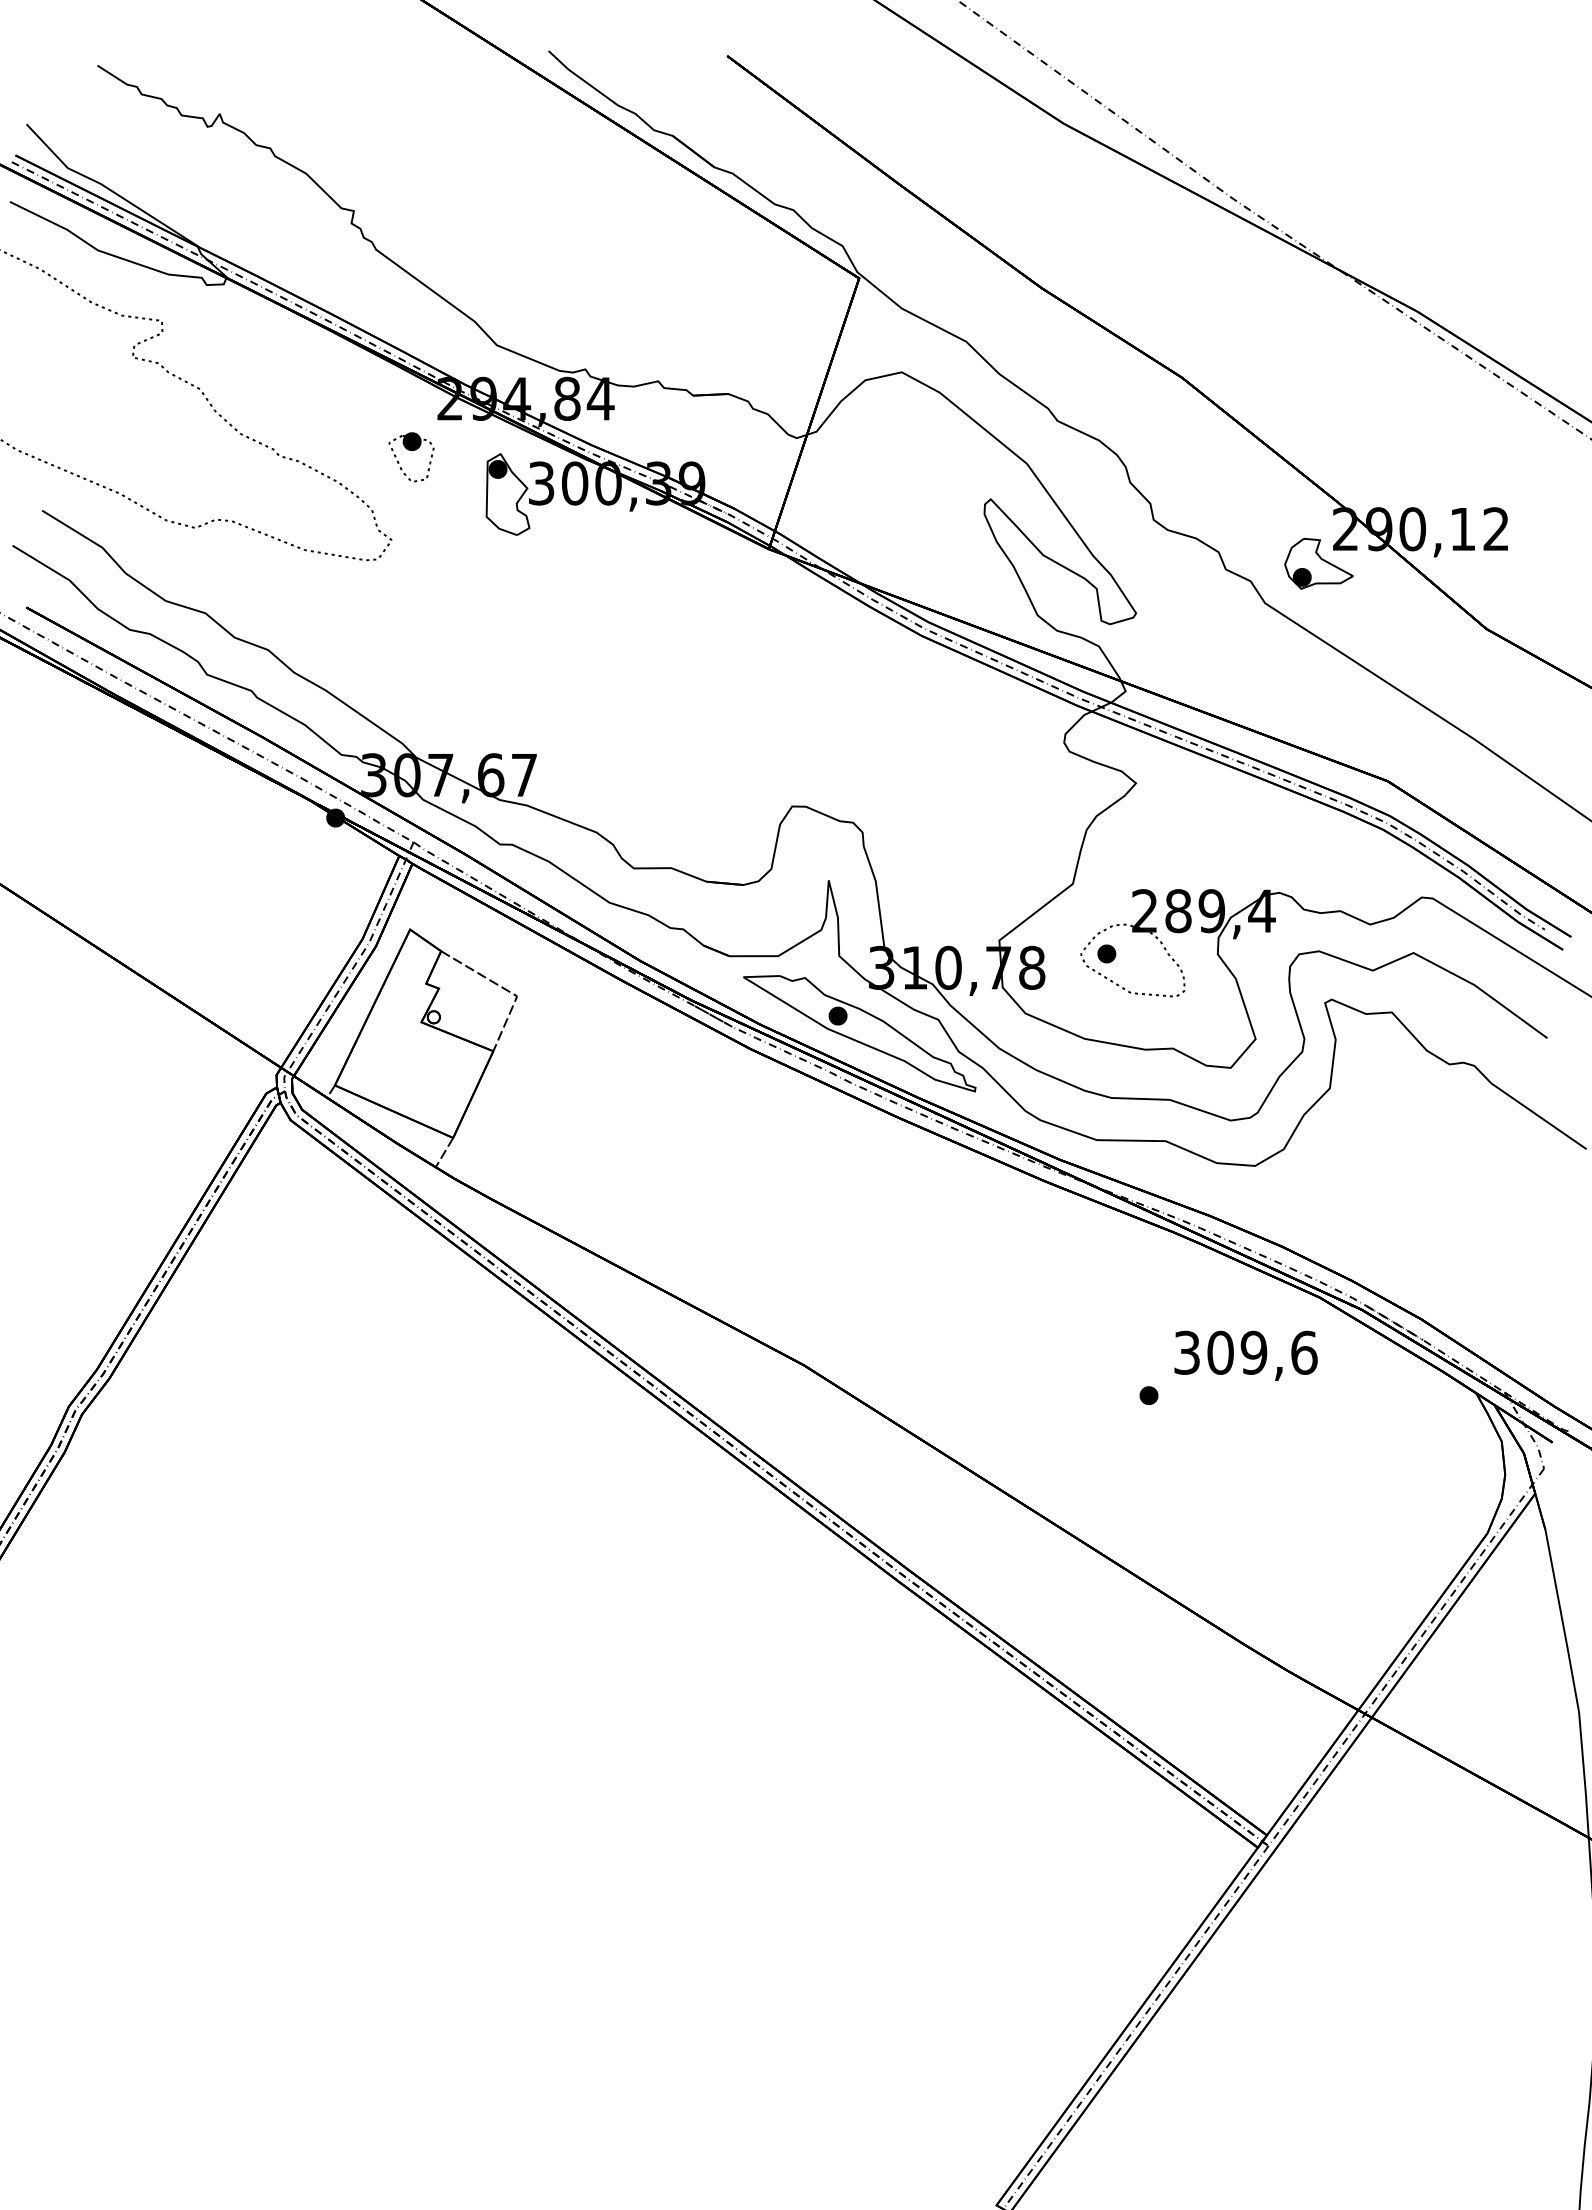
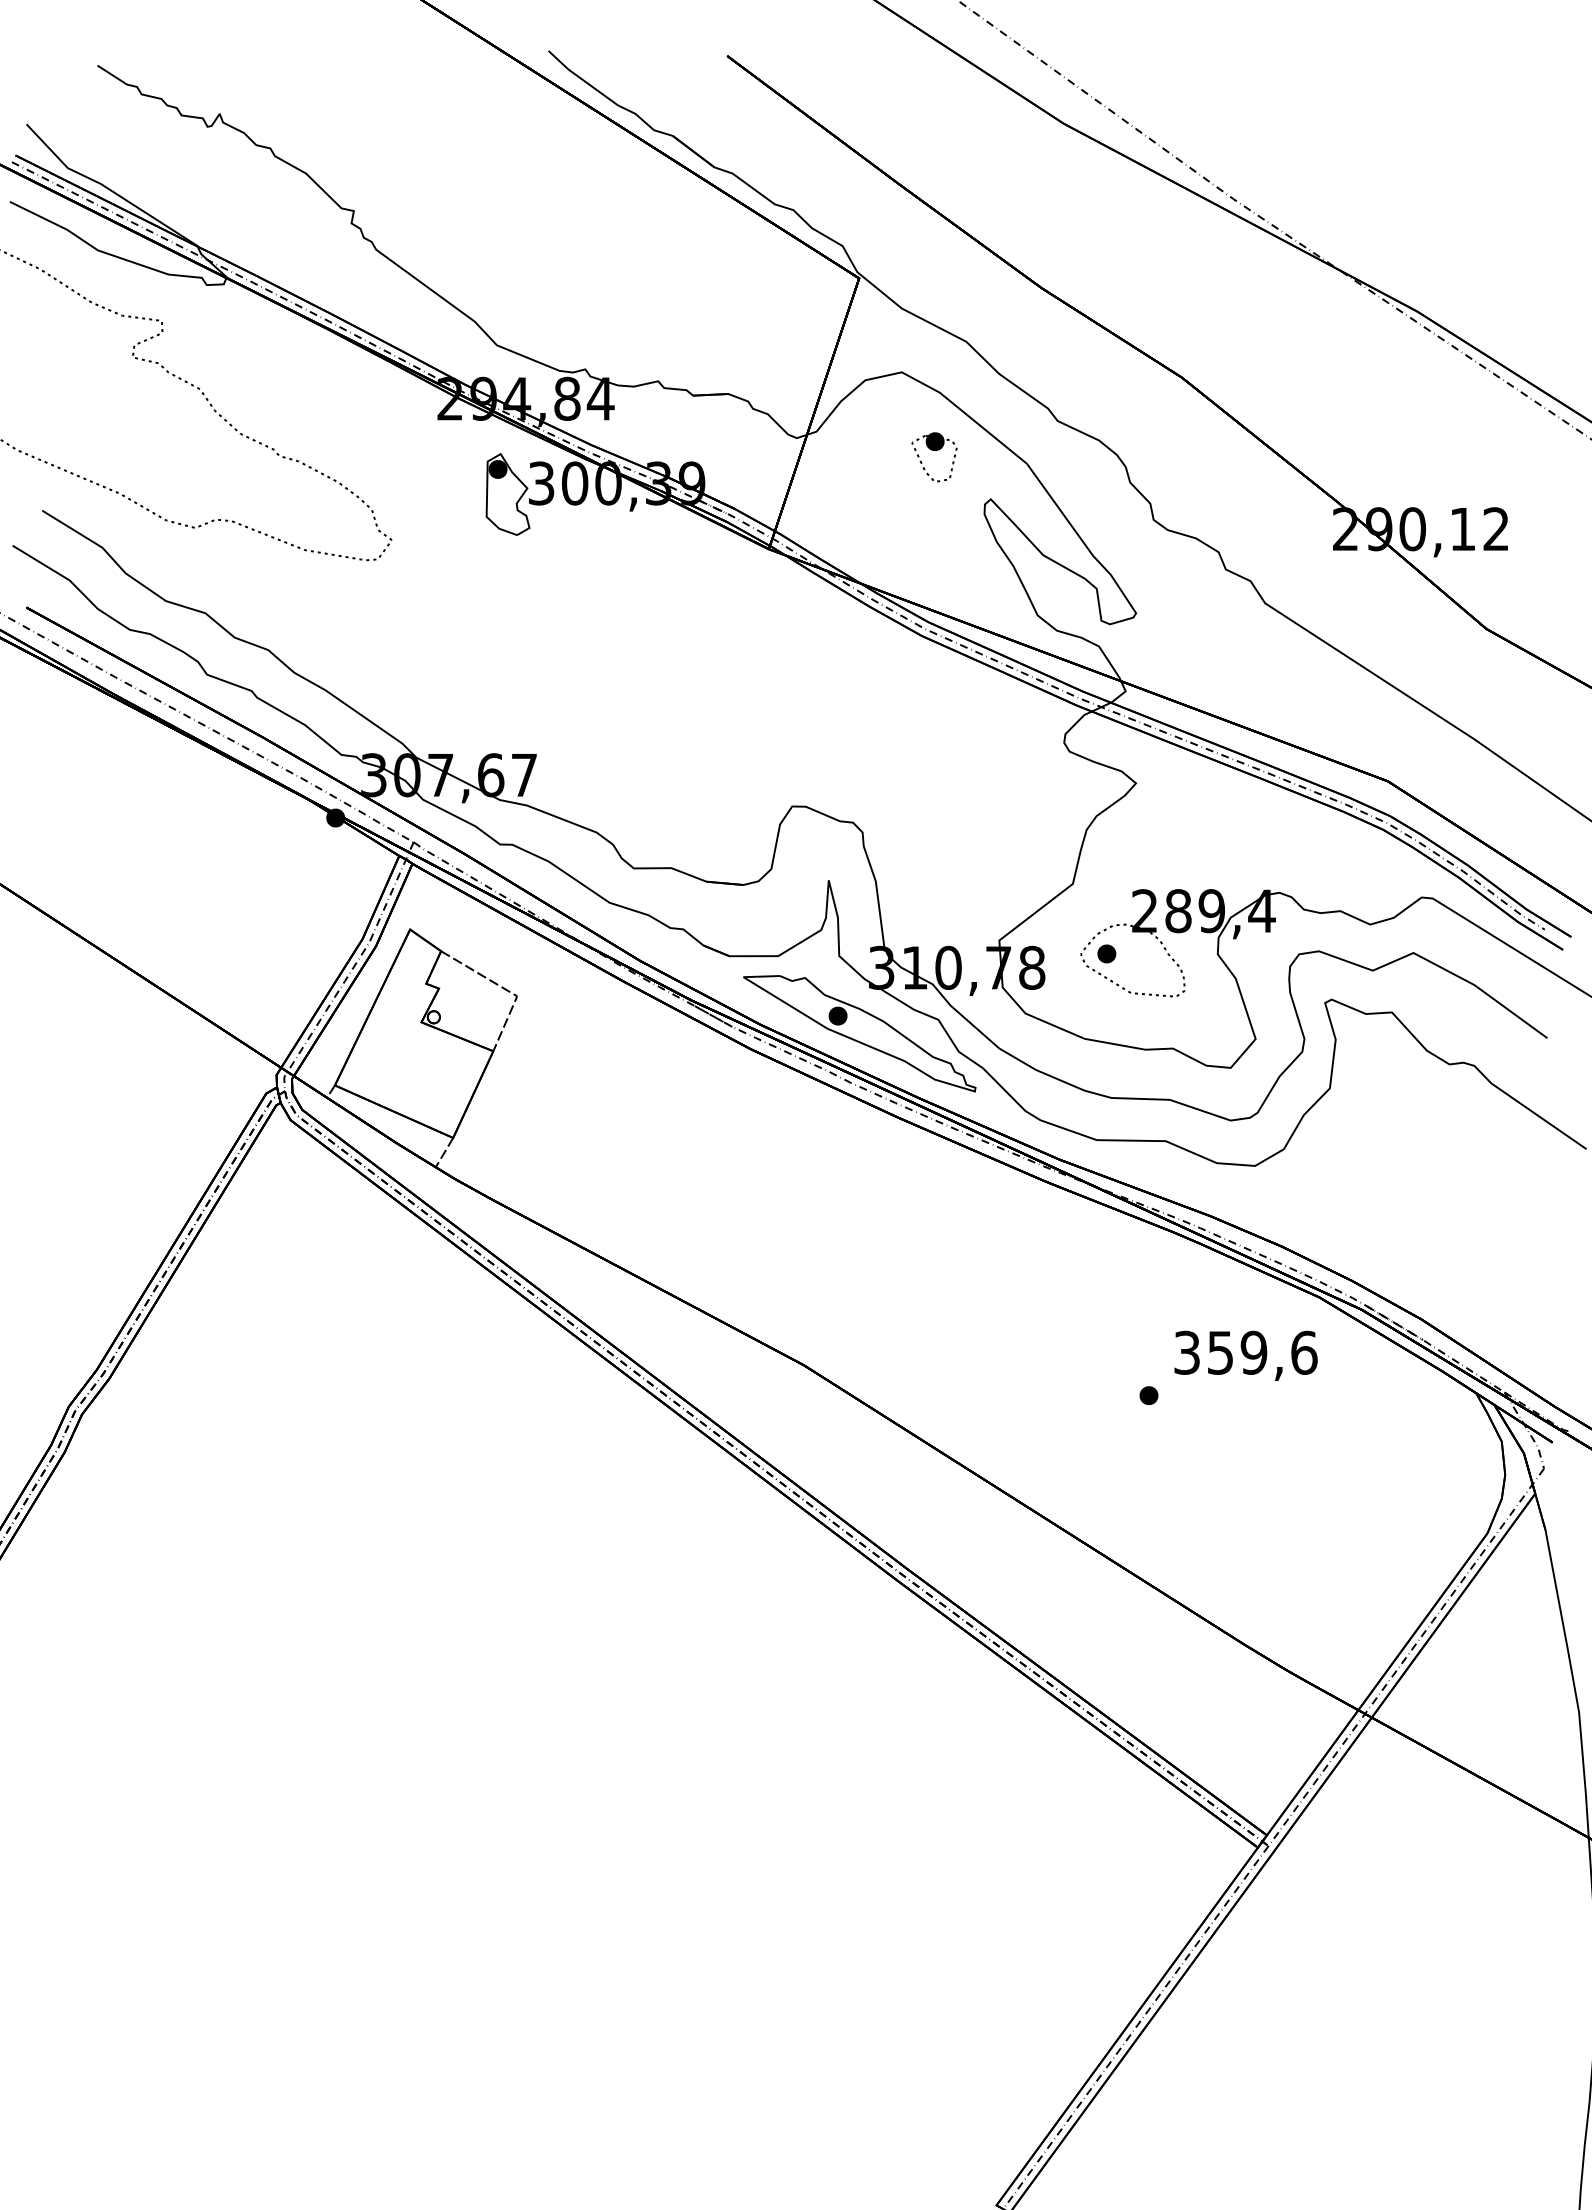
part at (411, 450) position: (411, 450) -> (934, 450)
part at (1318, 563): present -> none
text at (1220, 1352): 309,6 -> 359,6
